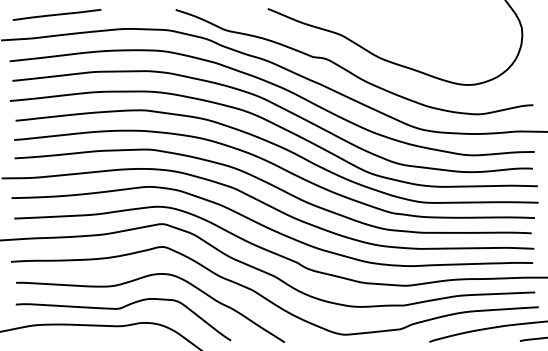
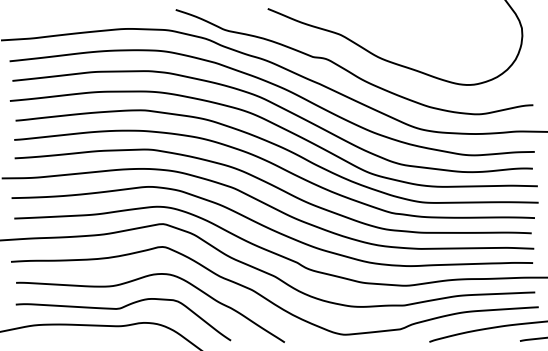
line at (56, 14): present -> none
